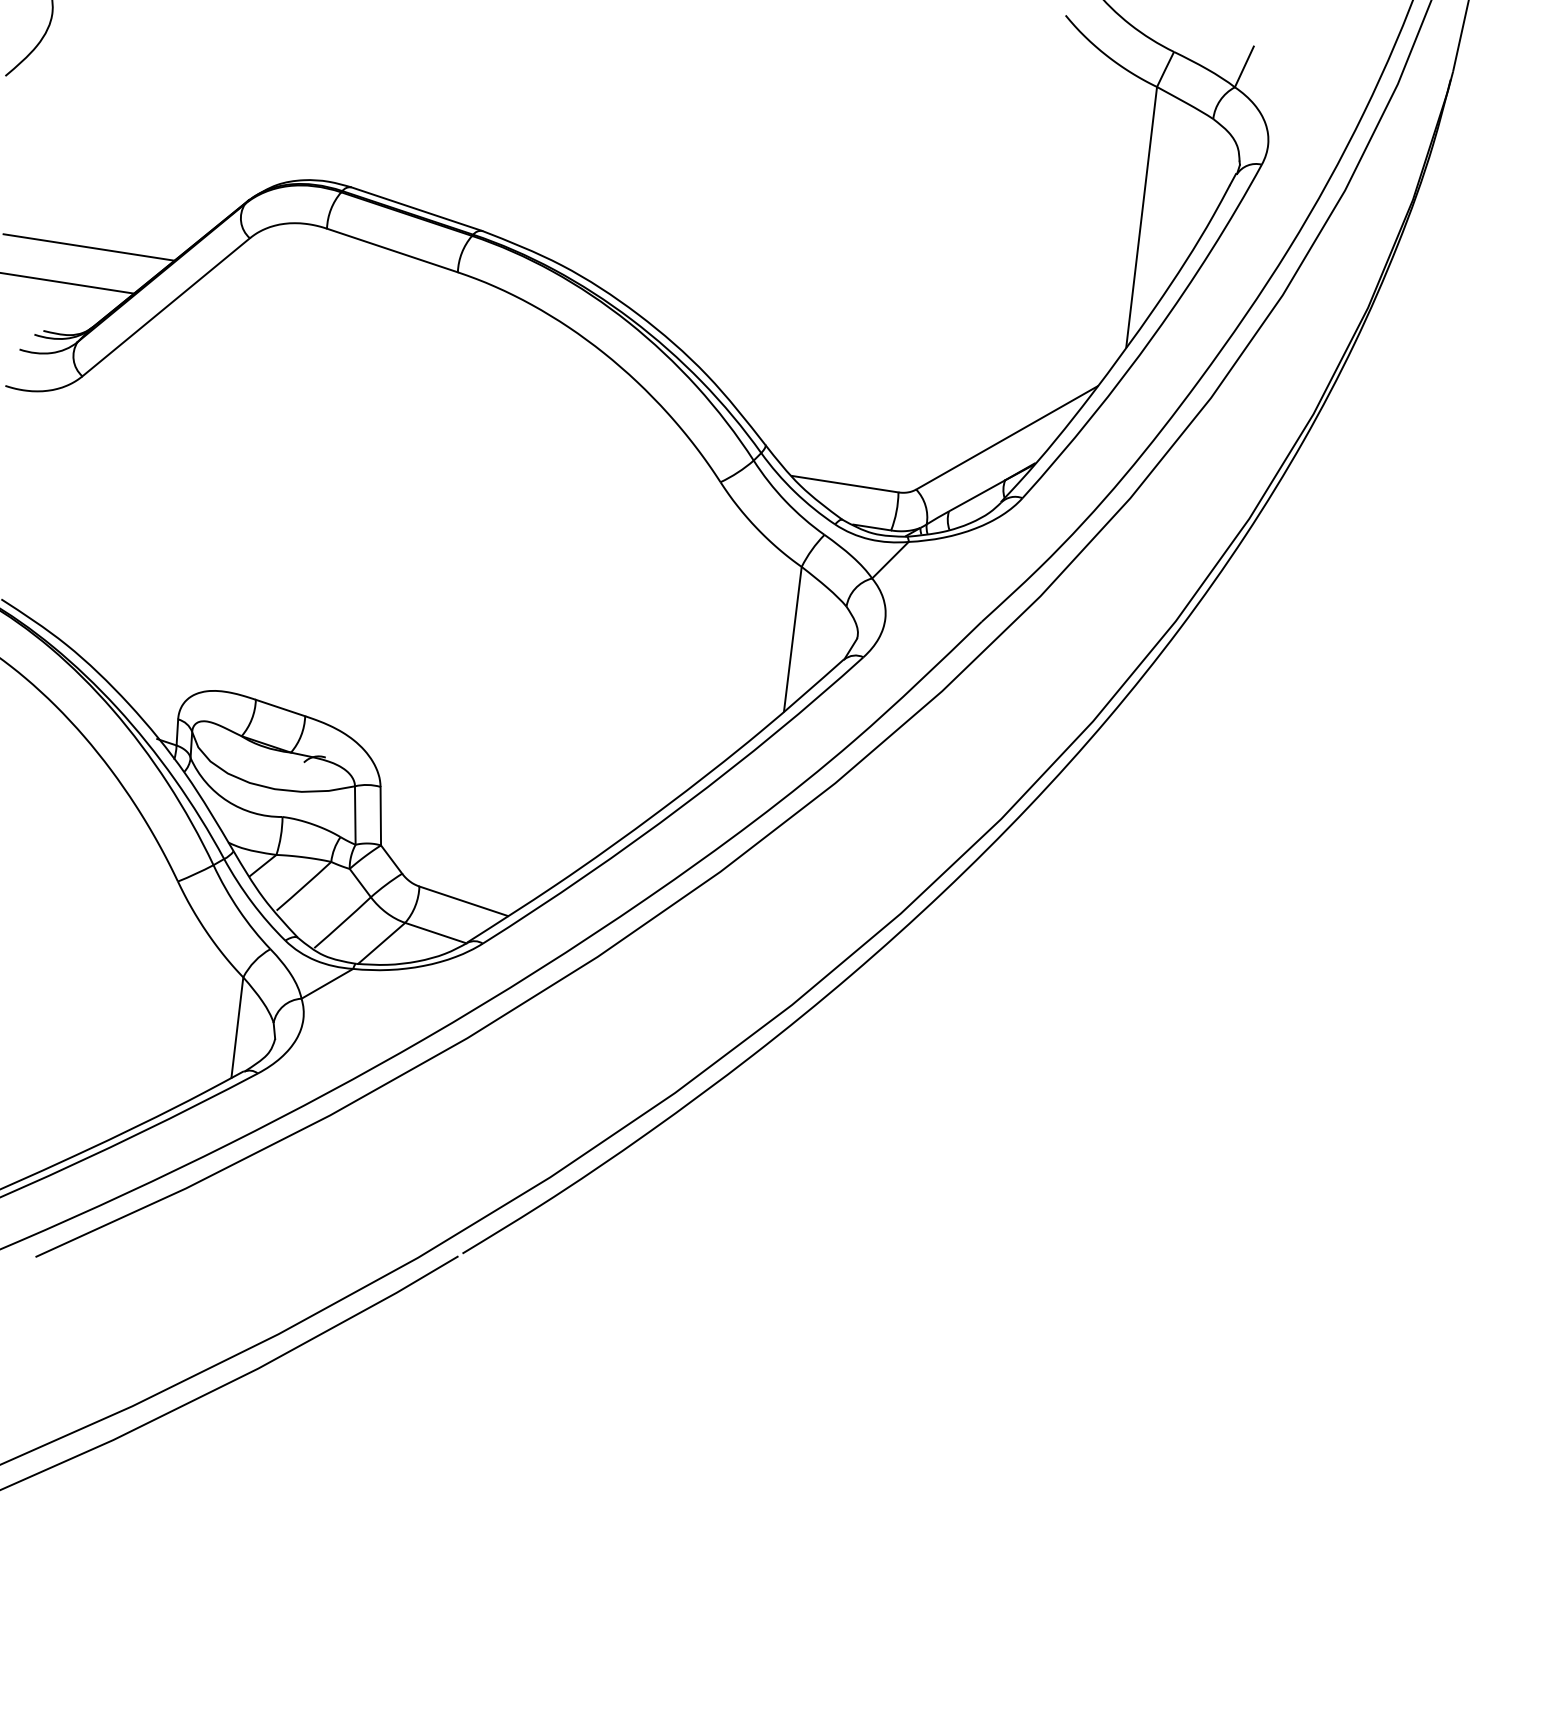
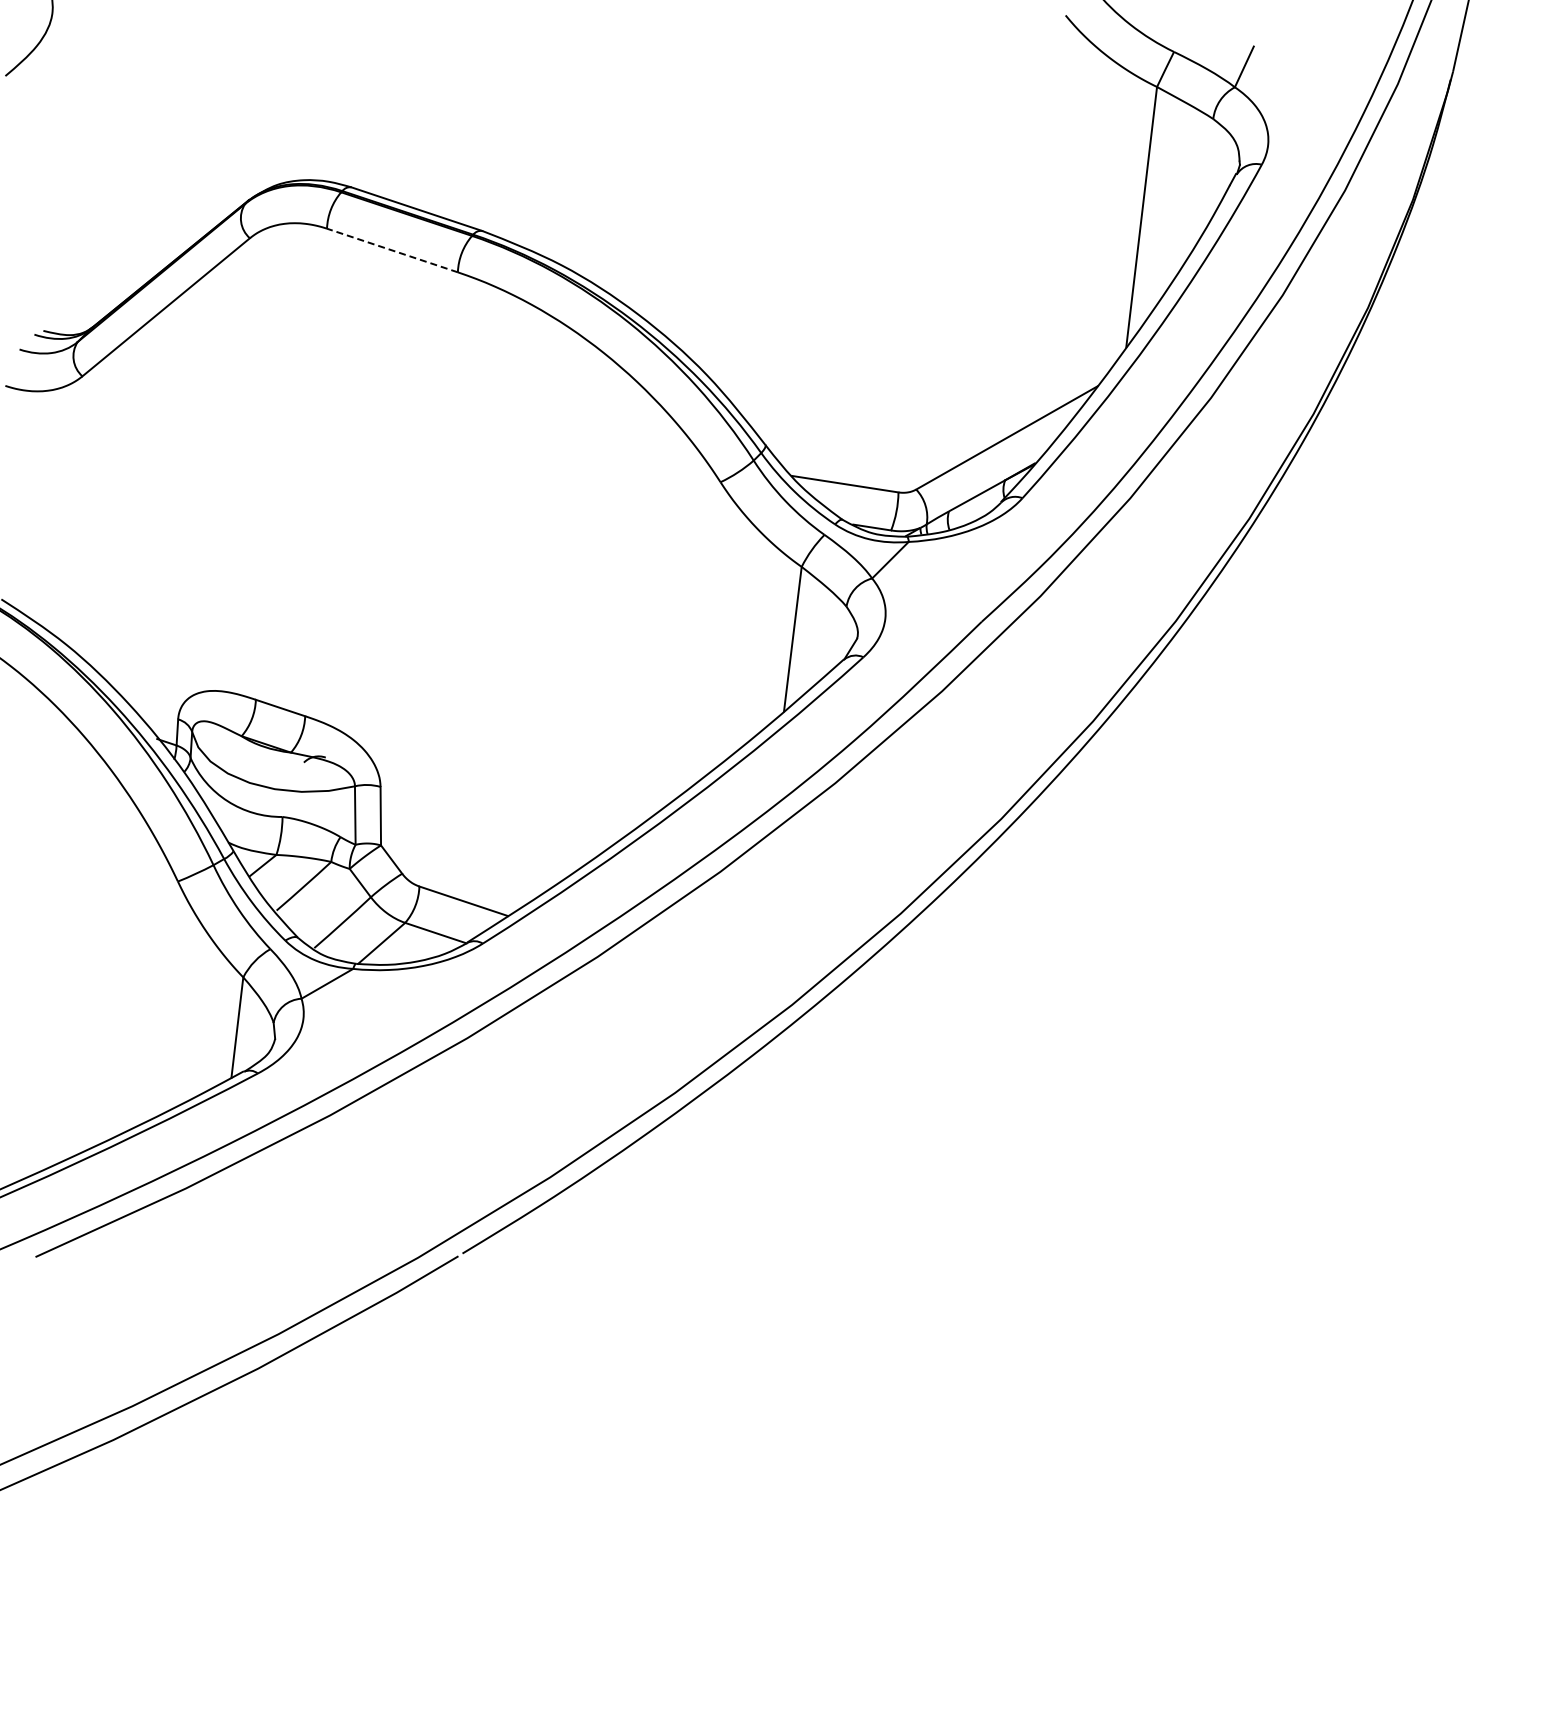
line at (88, 247): present -> none
line at (392, 250): solid -> dashed
line at (68, 283): present -> none
